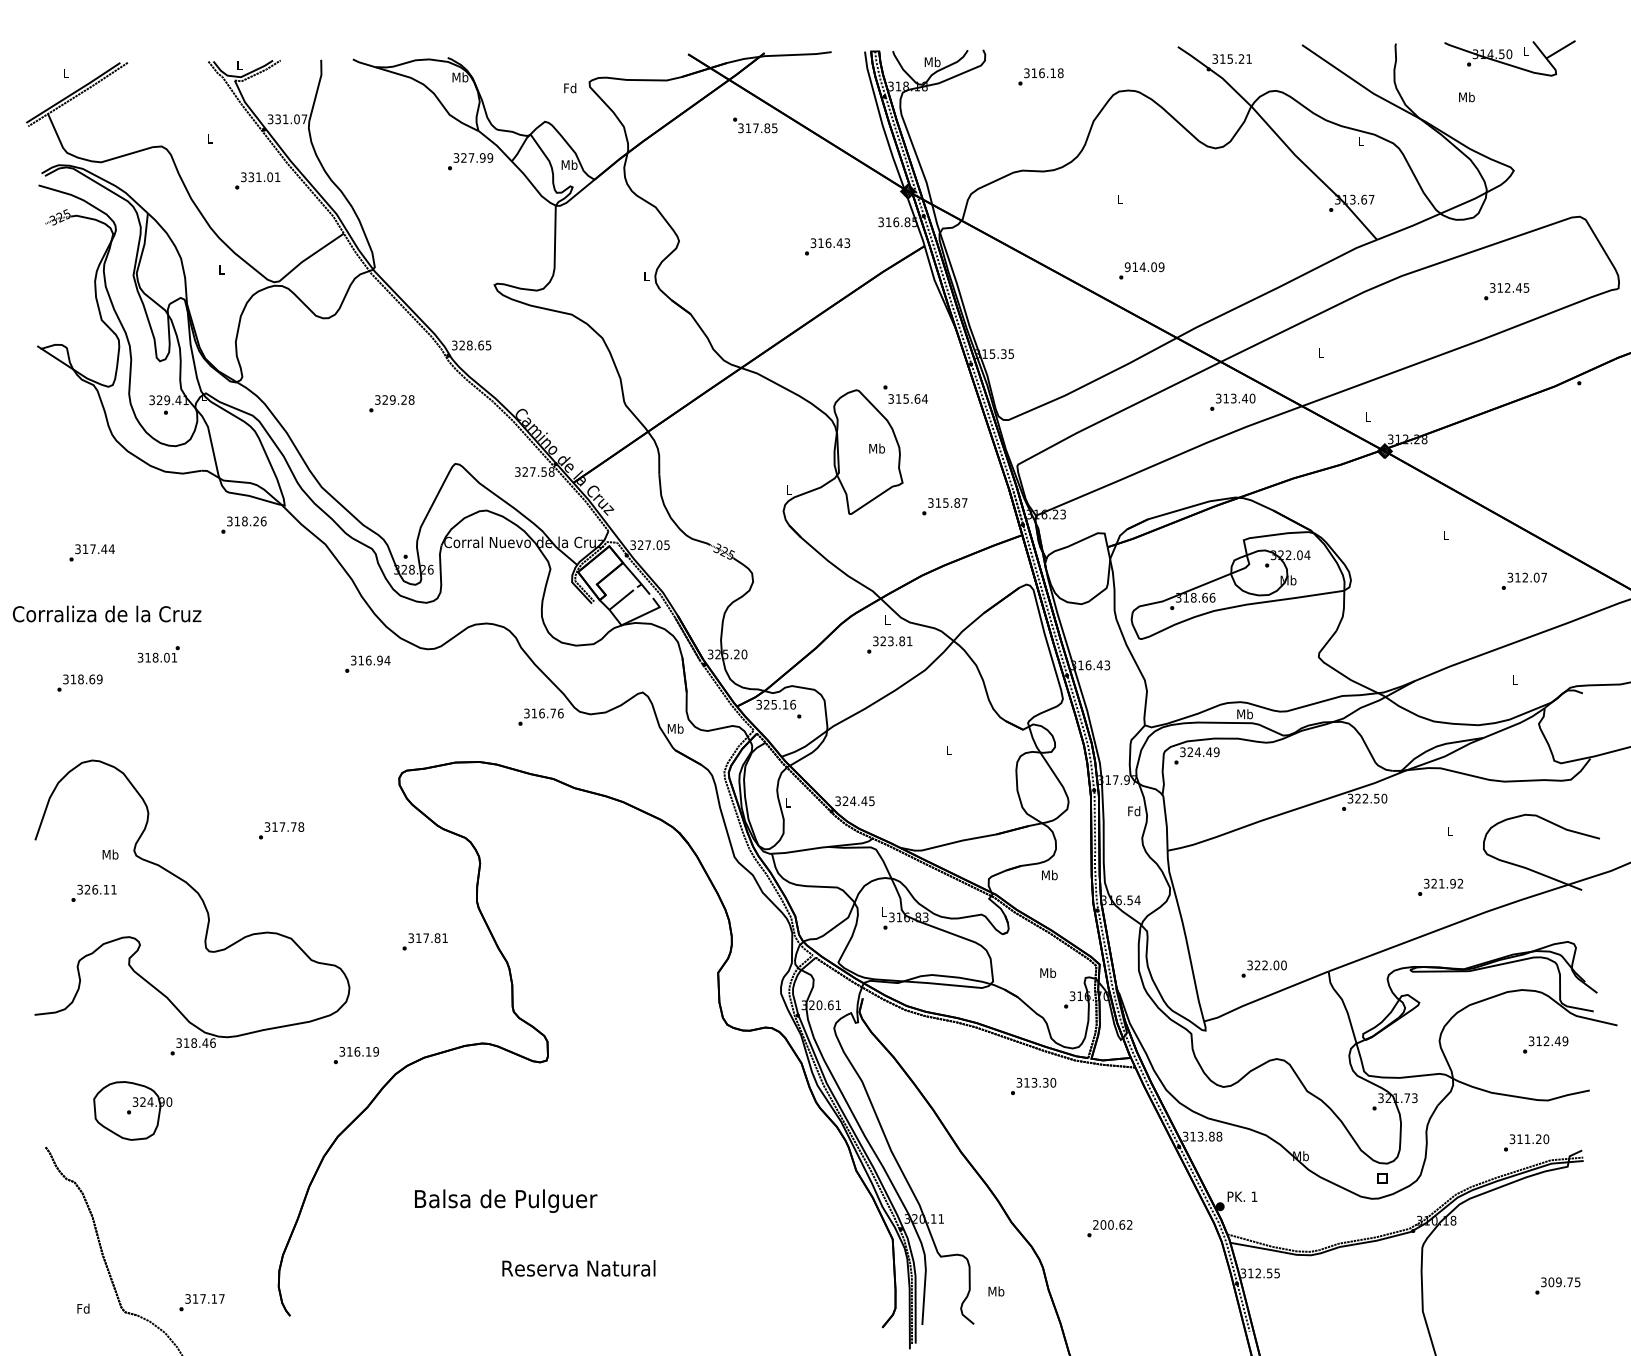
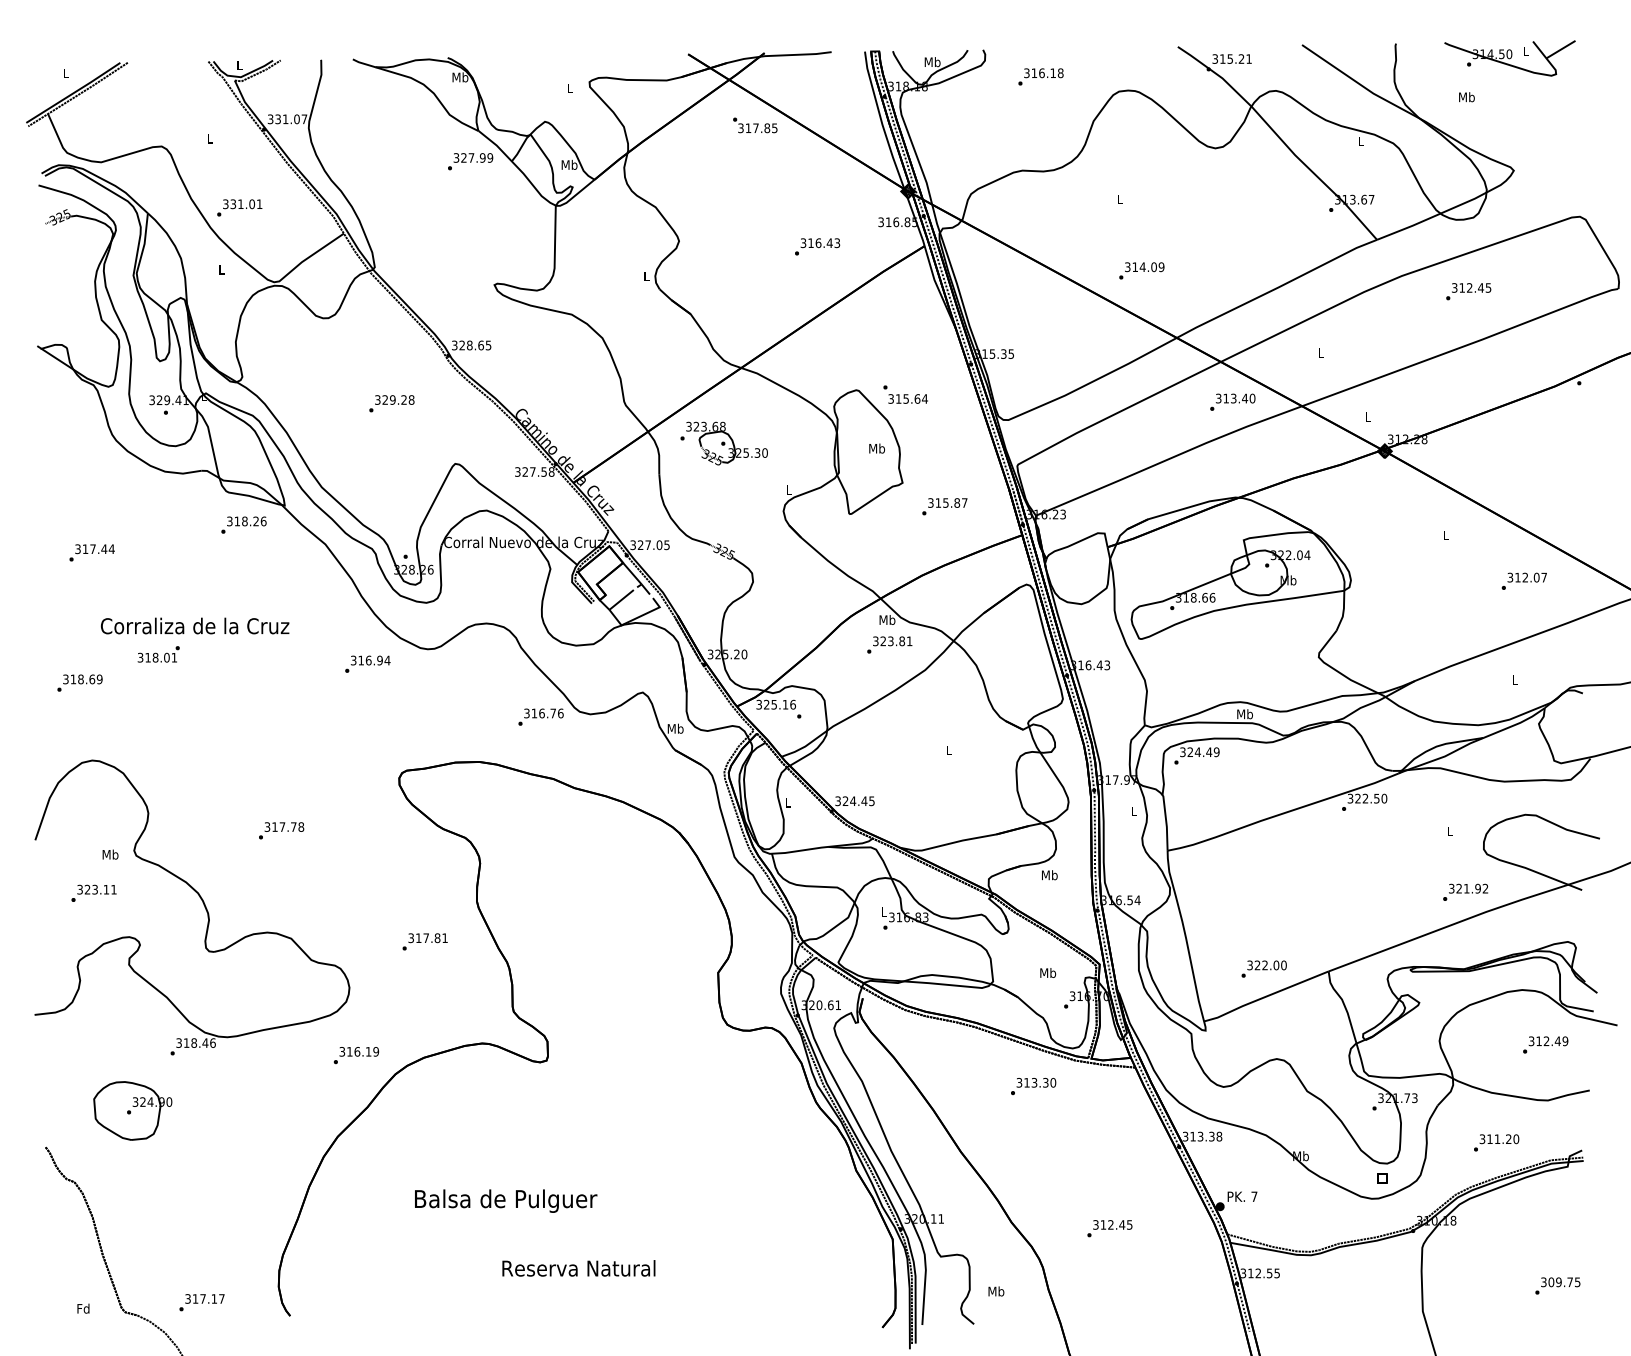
text at (570, 88): Fd -> L
text at (257, 180) position: (257, 180) -> (239, 207)
text at (827, 246) position: (827, 246) -> (817, 246)
text at (1127, 266): 914.09 -> 314.09
text at (1506, 291) position: (1506, 291) -> (1468, 291)
part at (723, 443): none -> present
text at (107, 613) position: (107, 613) -> (195, 625)
text at (887, 619): L -> Mb
text at (1134, 811): Fd -> L
text at (1440, 886) position: (1440, 886) -> (1465, 891)
text at (95, 889): 326.11 -> 323.11
text at (1211, 1136): 313.88 -> 313.38
text at (1526, 1142) position: (1526, 1142) -> (1496, 1142)
text at (1254, 1196): 1 -> 7
text at (1112, 1224): 200.62 -> 312.45
